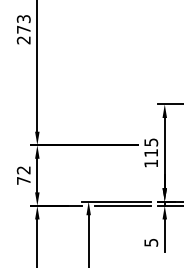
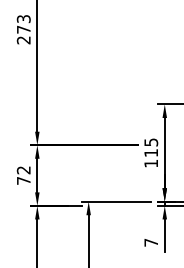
line at (123, 205): present -> none
text at (151, 242): 5 -> 7
